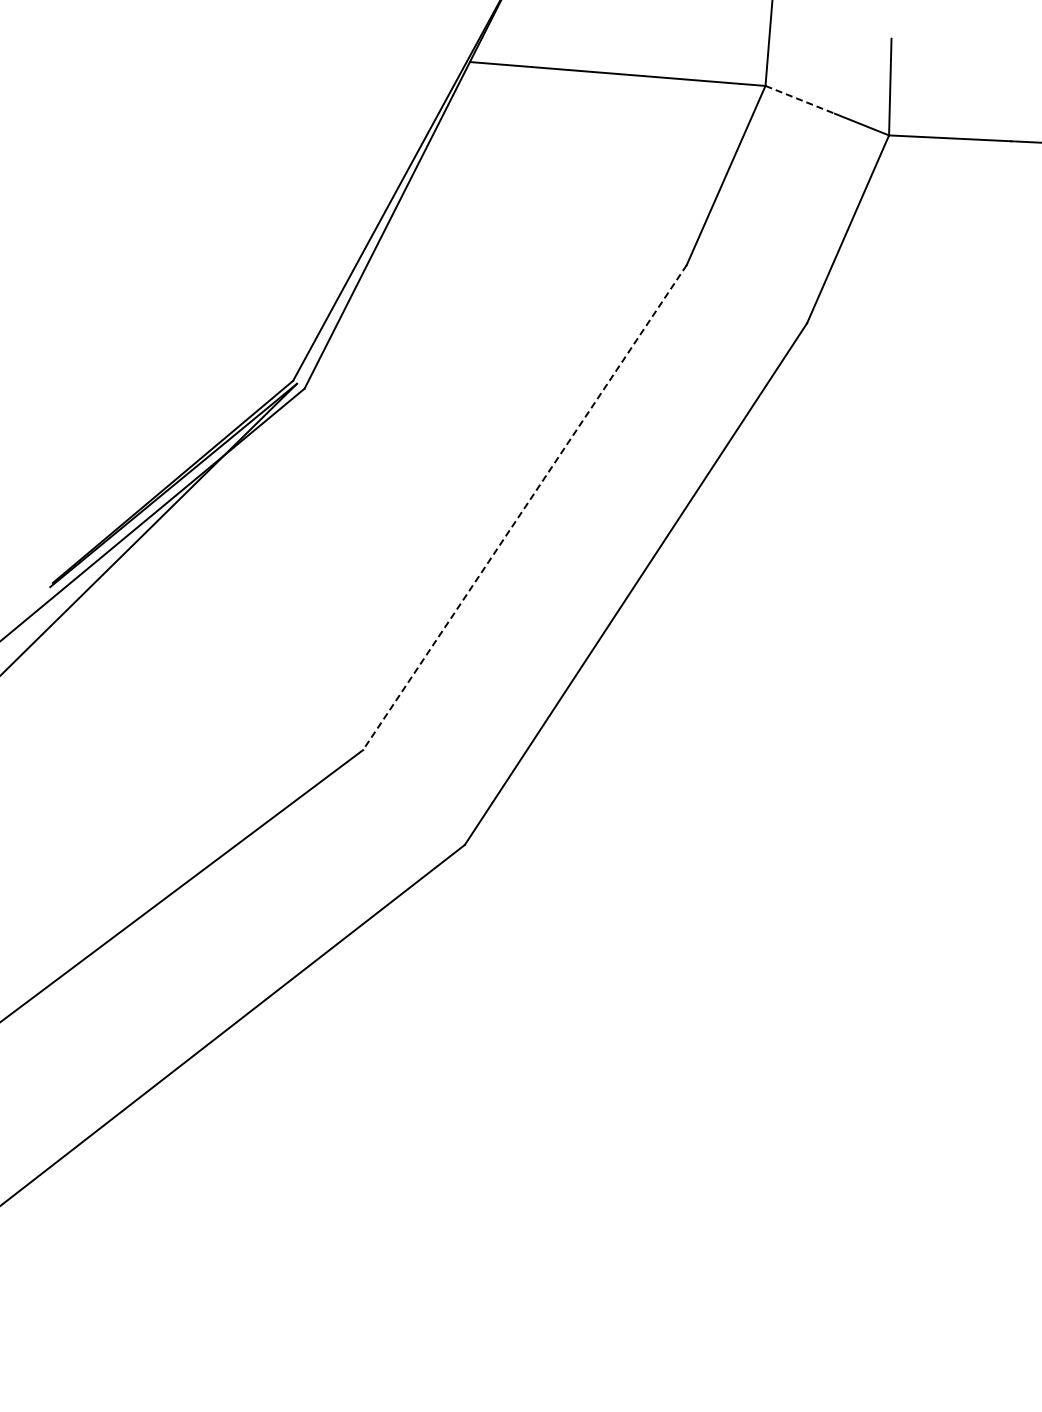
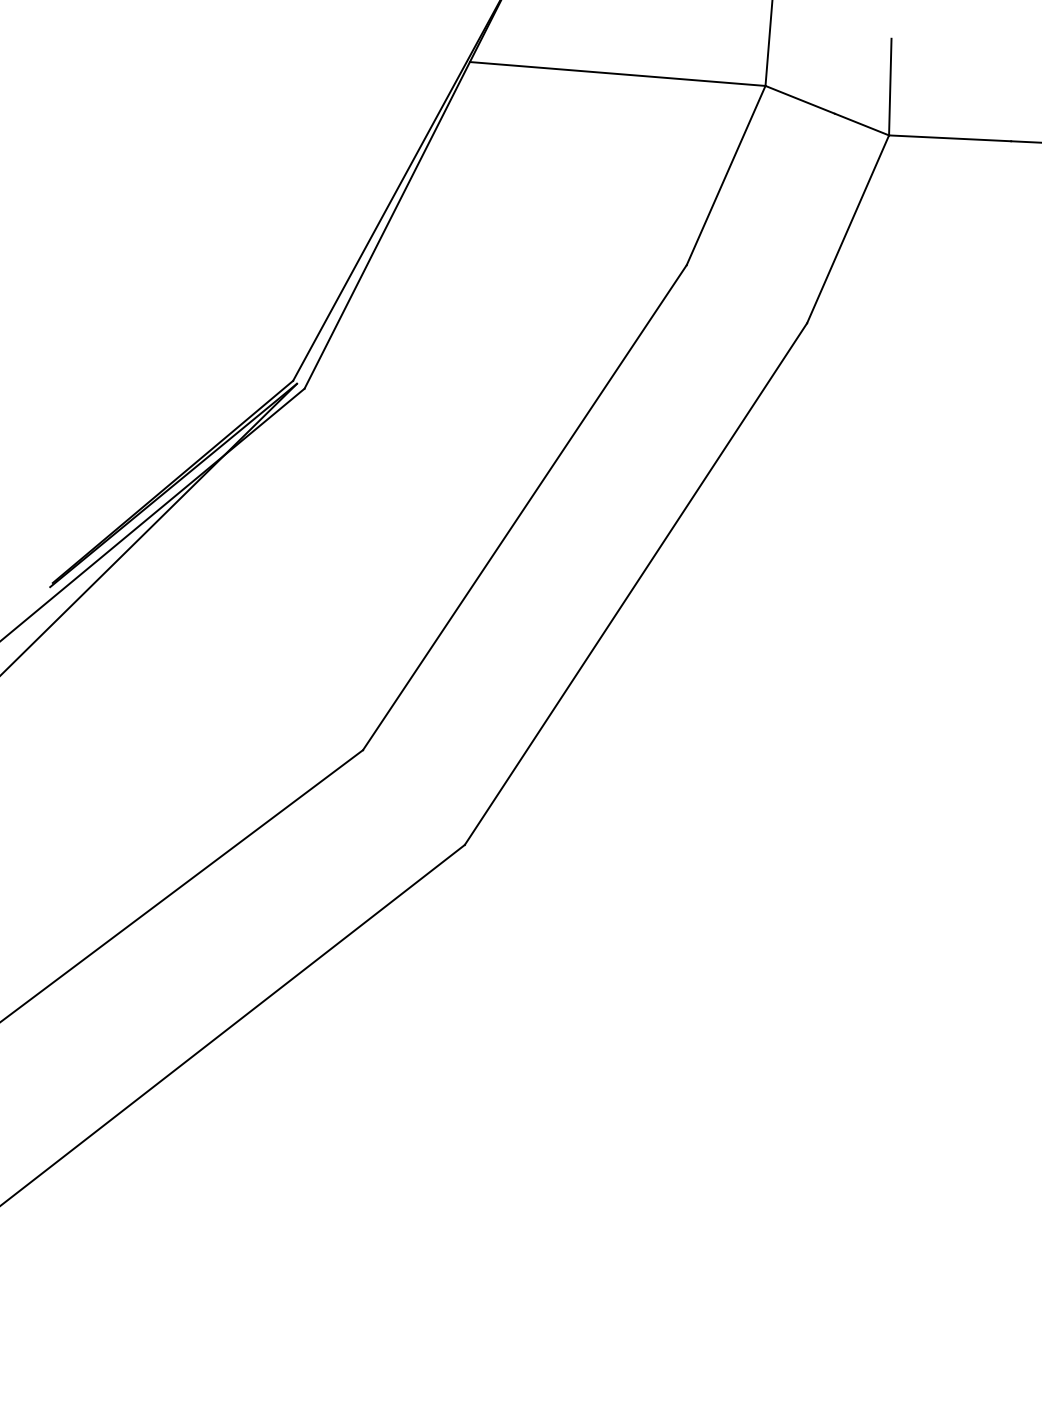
line at (800, 100): dashed -> solid
line at (524, 507): dashed -> solid
